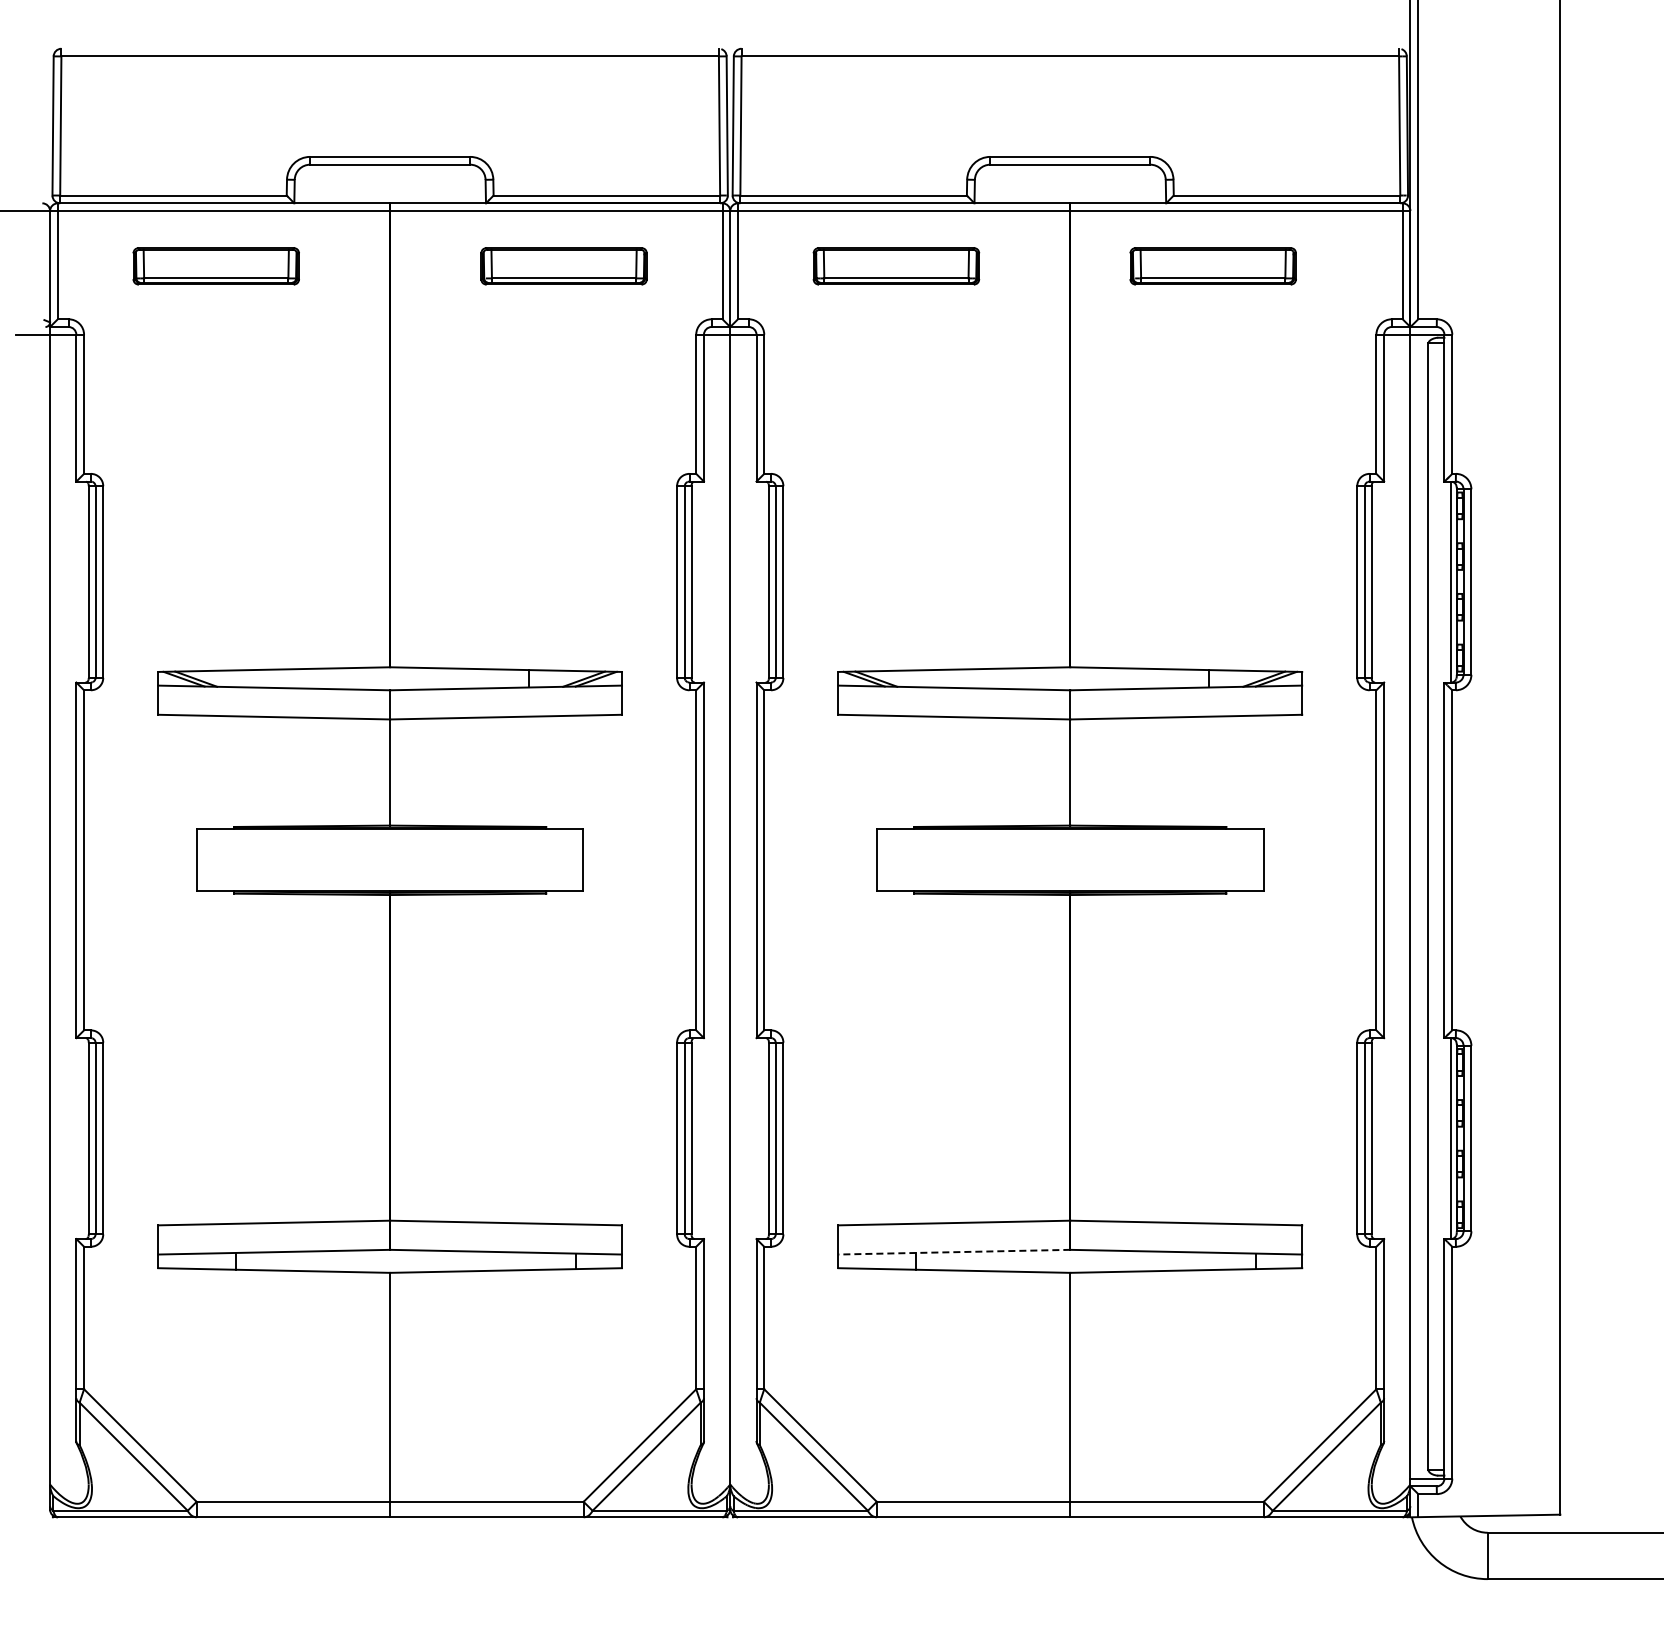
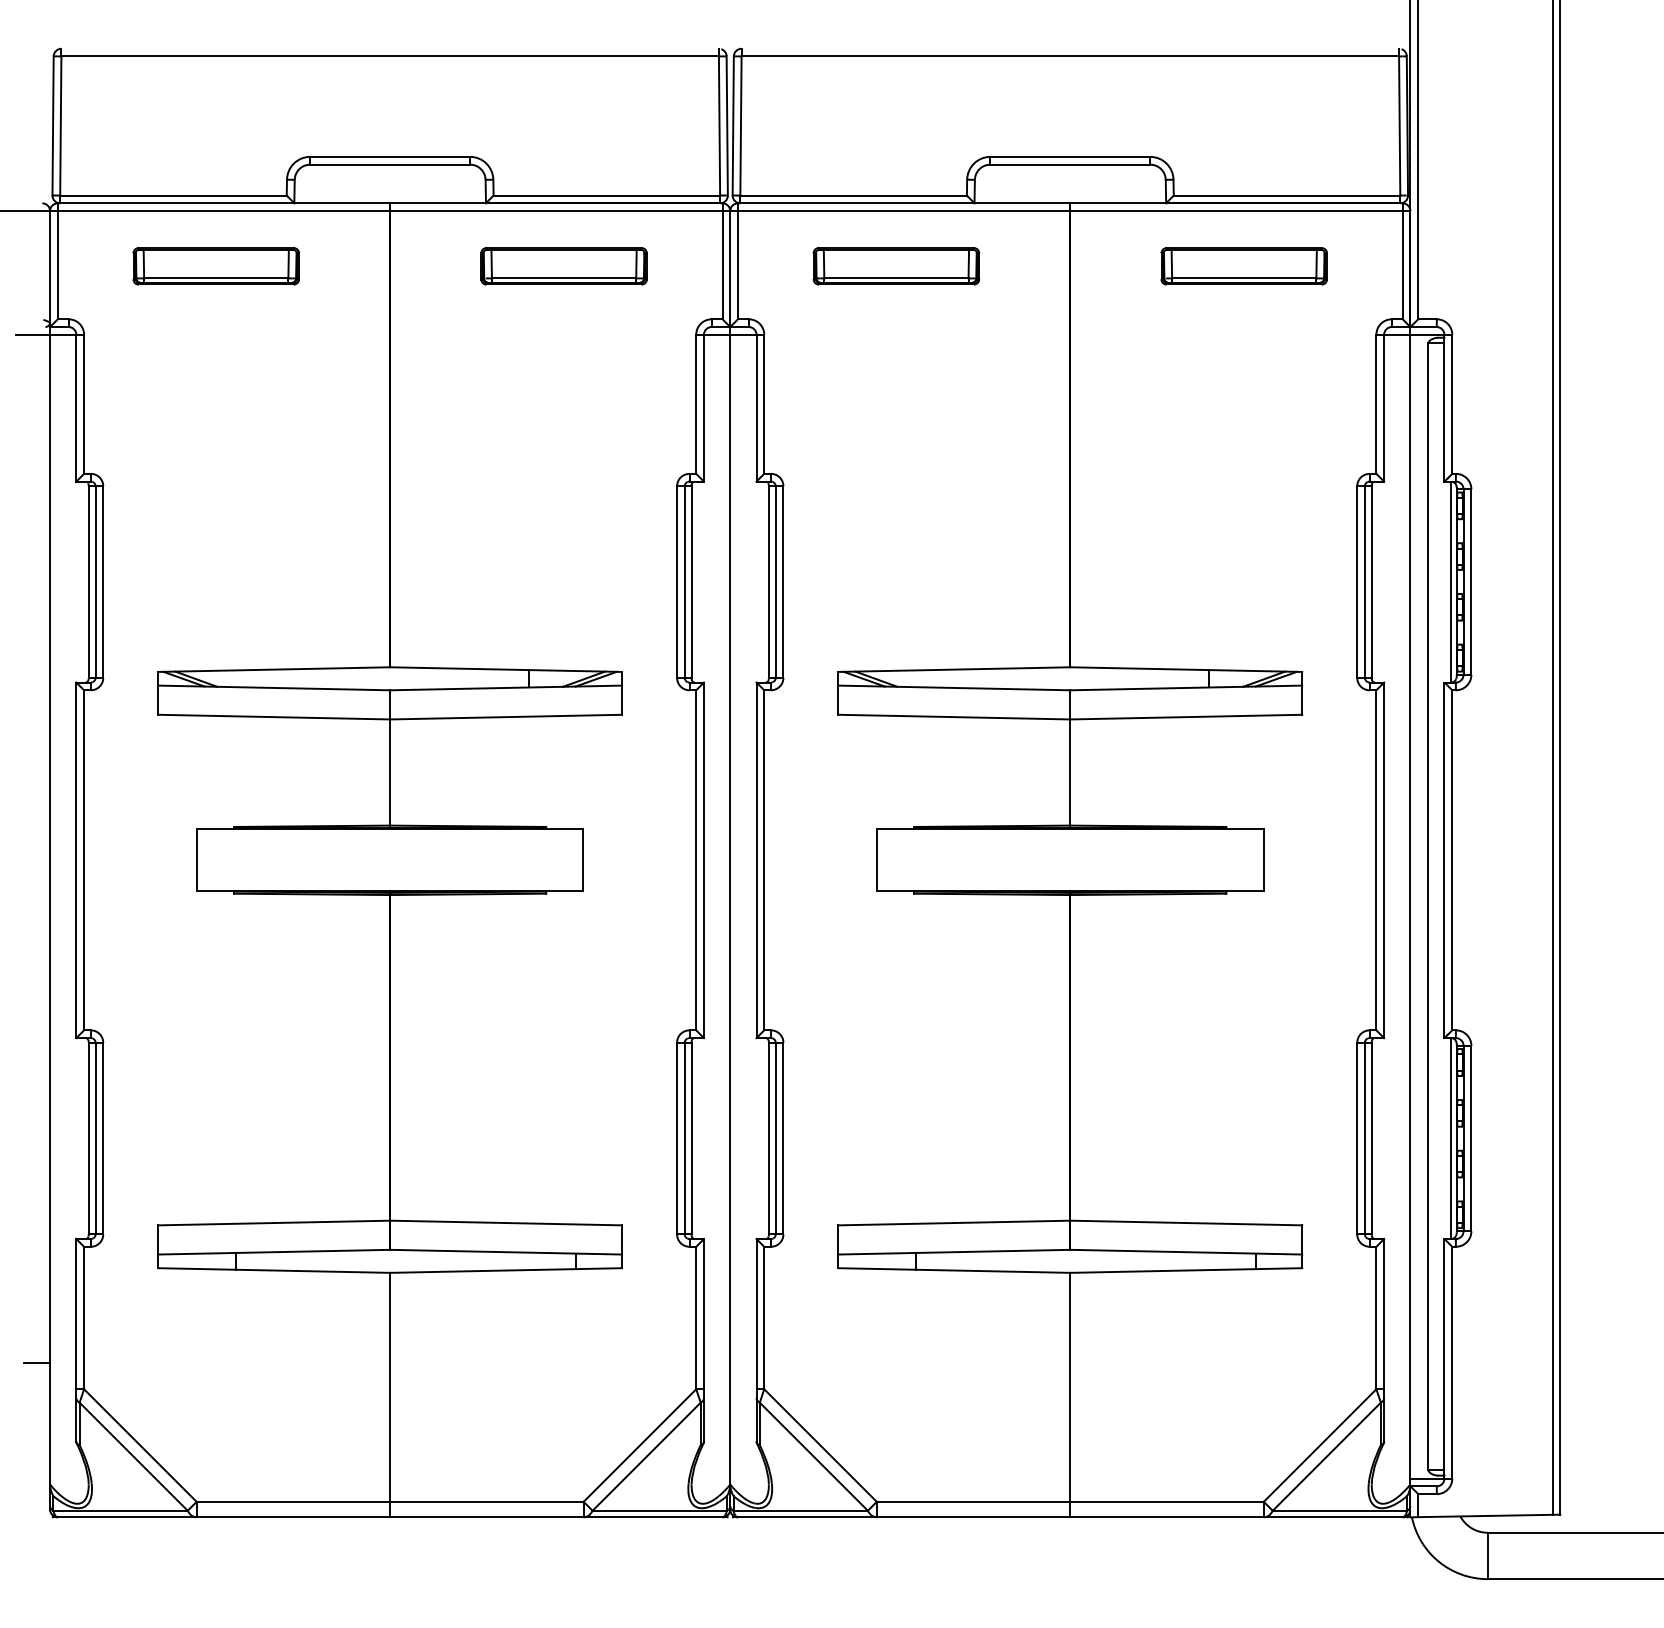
part at (1212, 266) position: (1212, 266) -> (1243, 266)
line at (1552, 758): none -> present
line at (954, 1252): dashed -> solid
line at (37, 1362): none -> present
